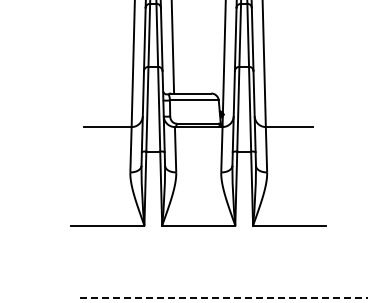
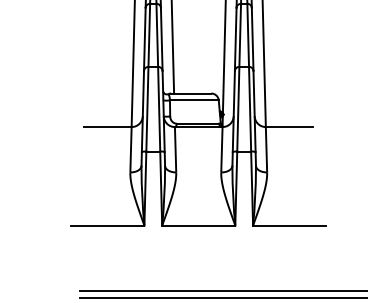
line at (221, 291): none -> present
line at (223, 298): dashed -> solid
